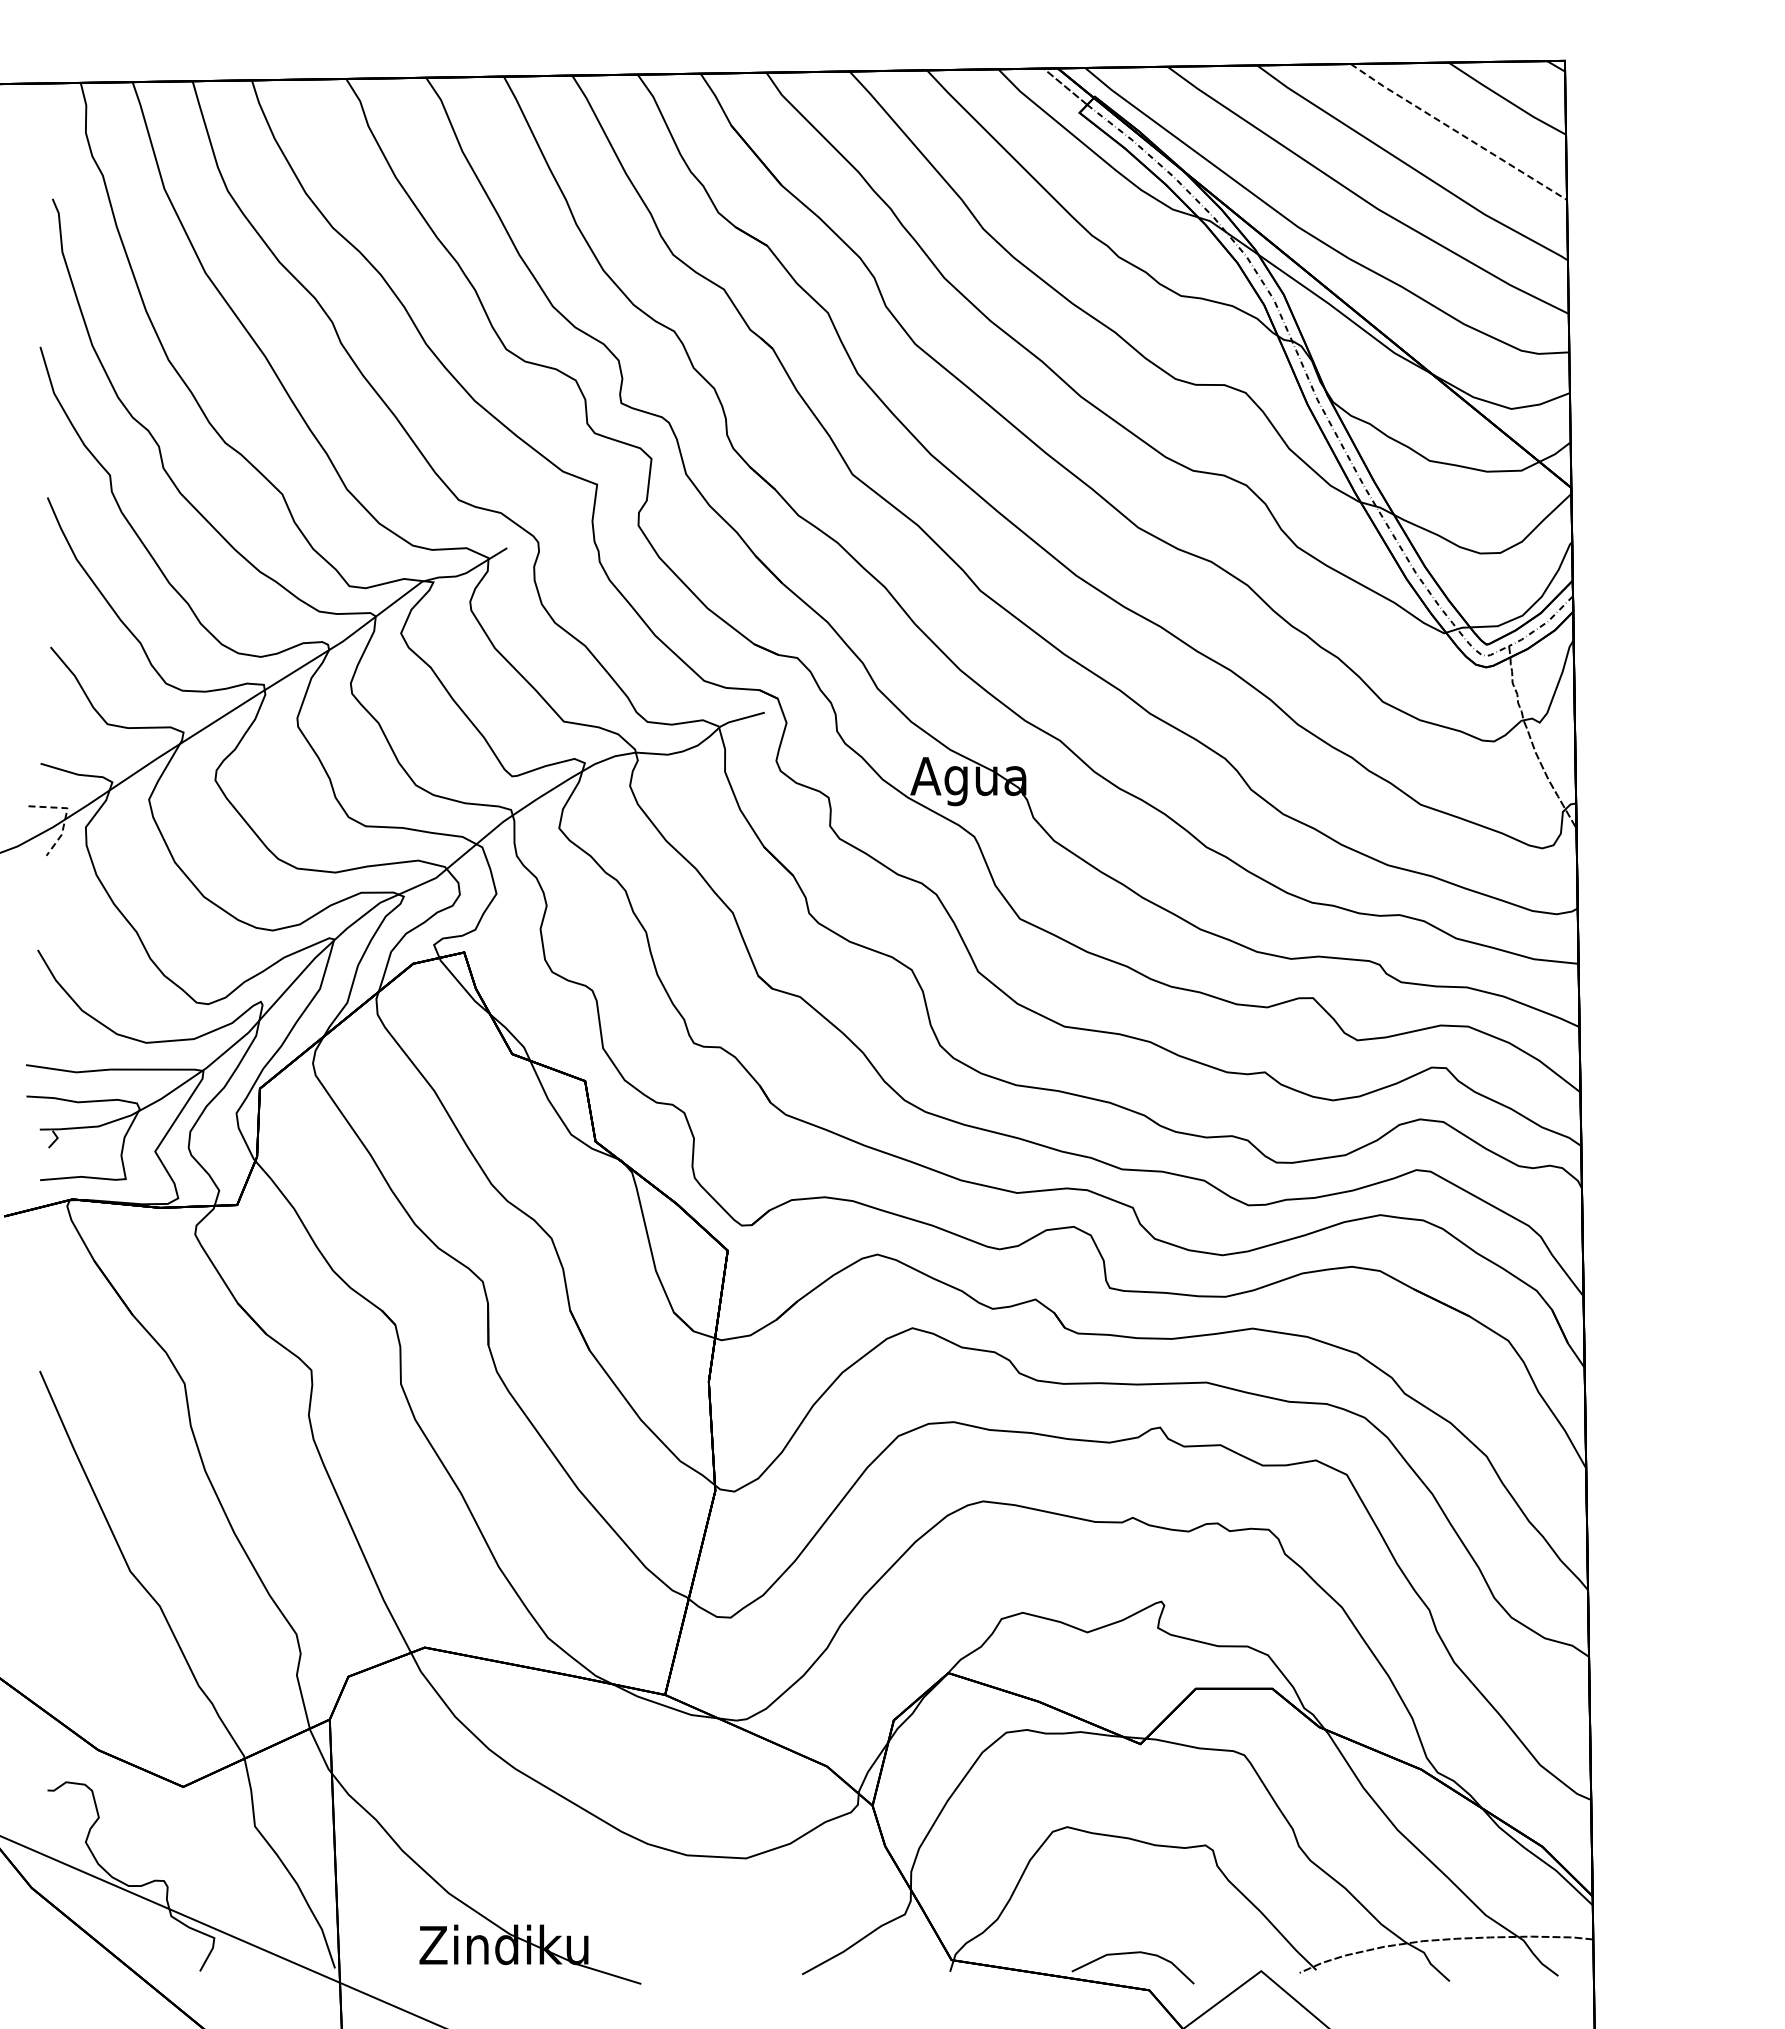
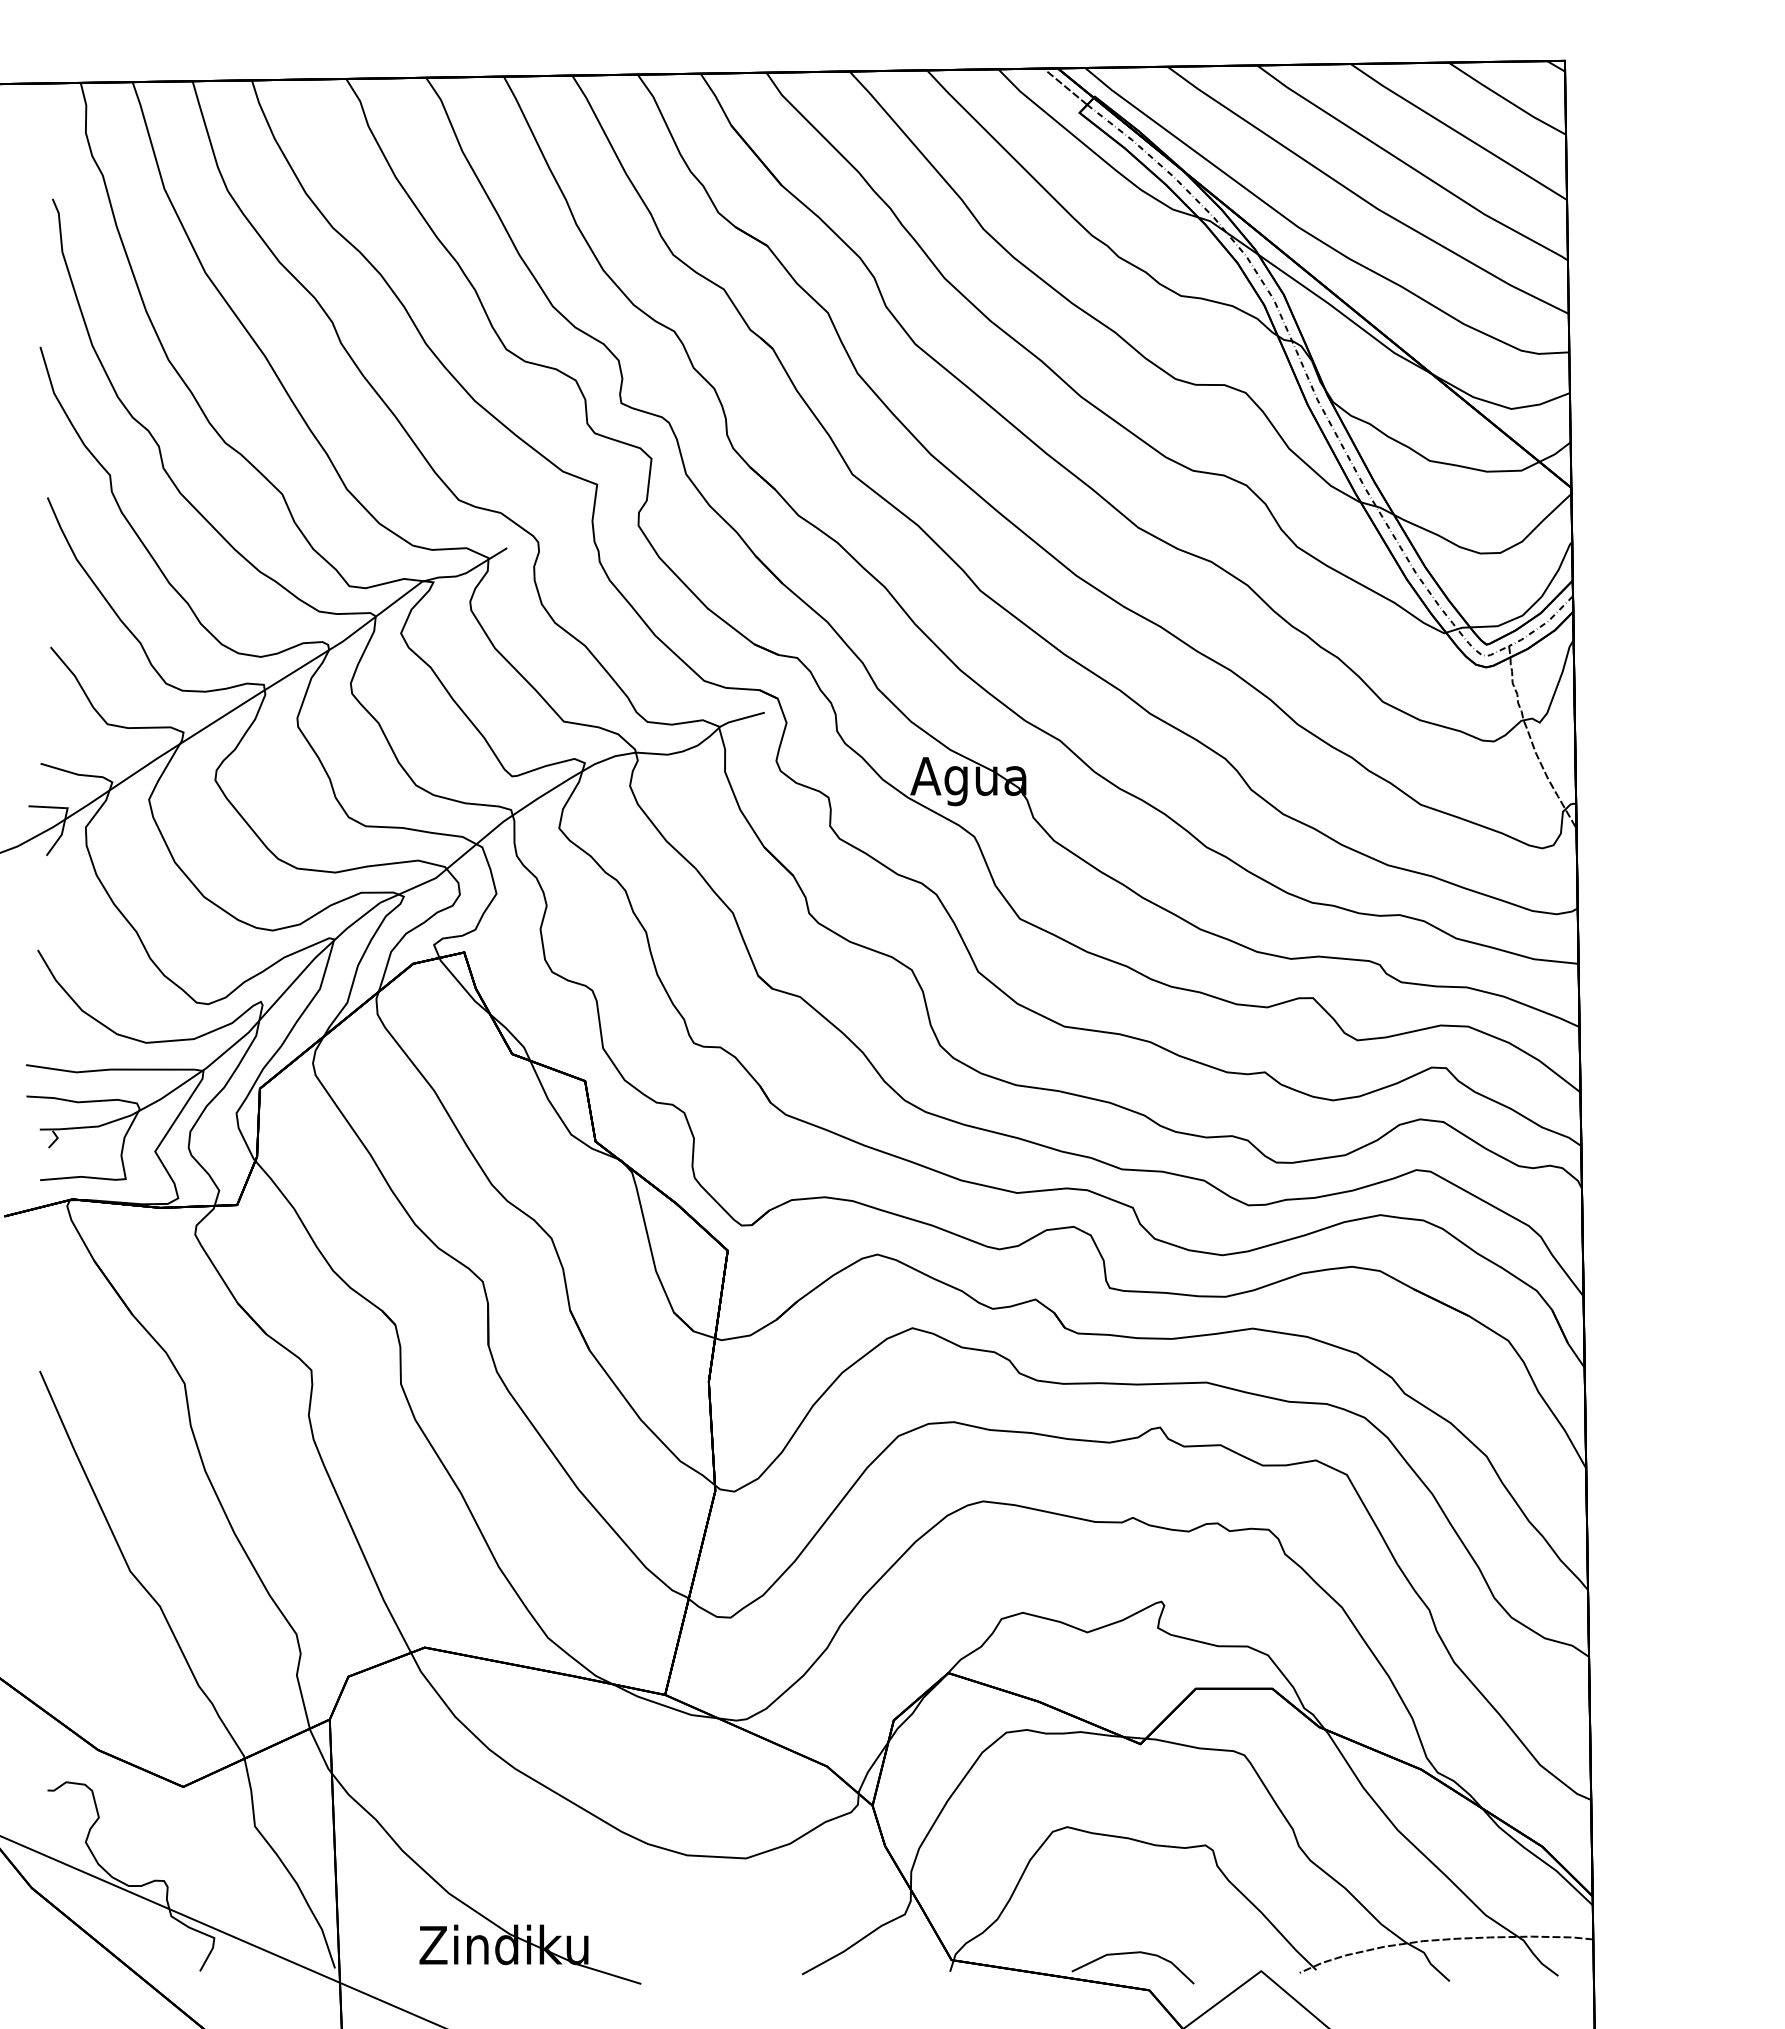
line at (1457, 132): dashed -> solid
line at (65, 815): dashed -> solid
